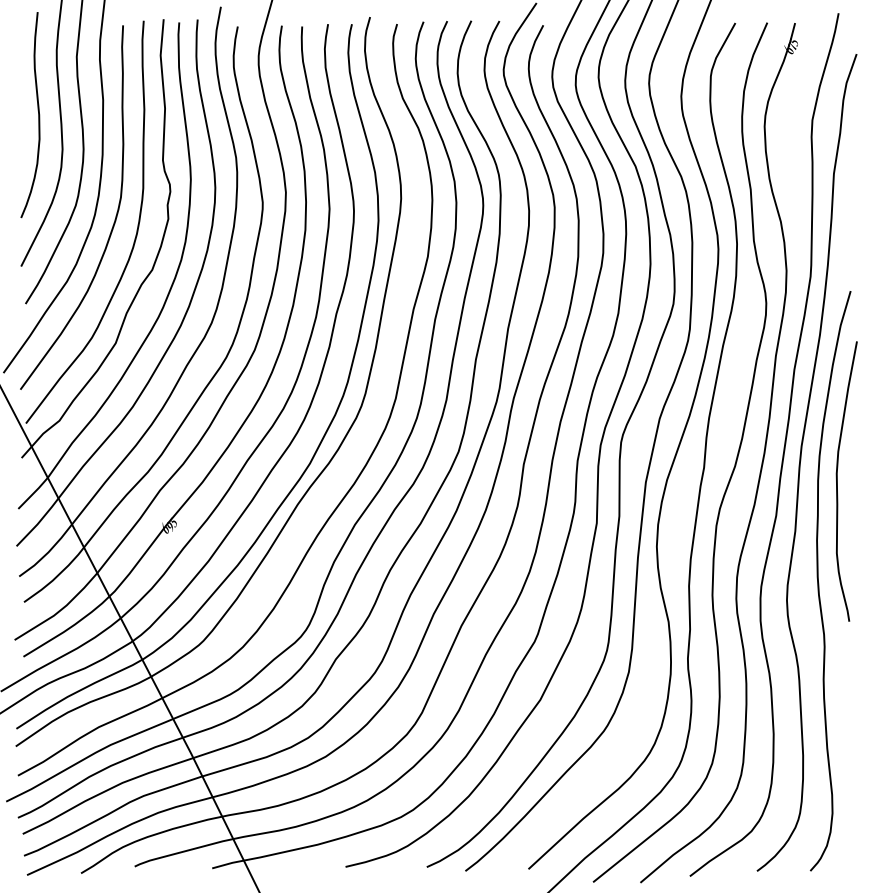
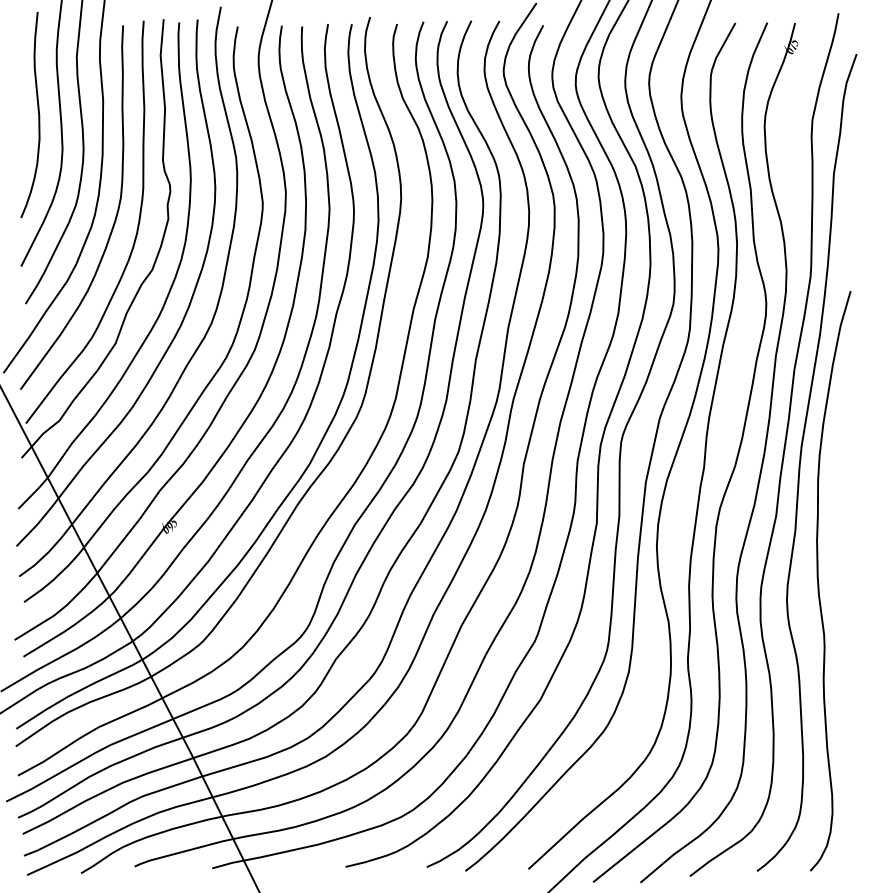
curve at (837, 481): present -> none
